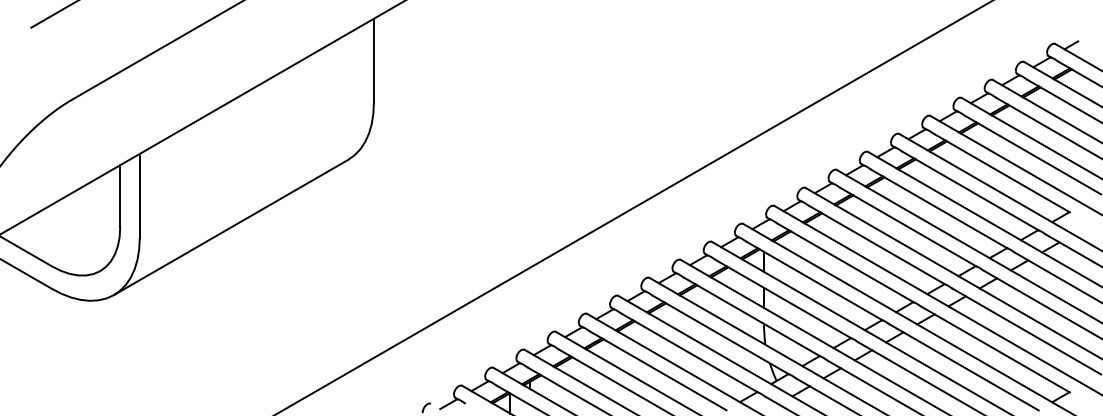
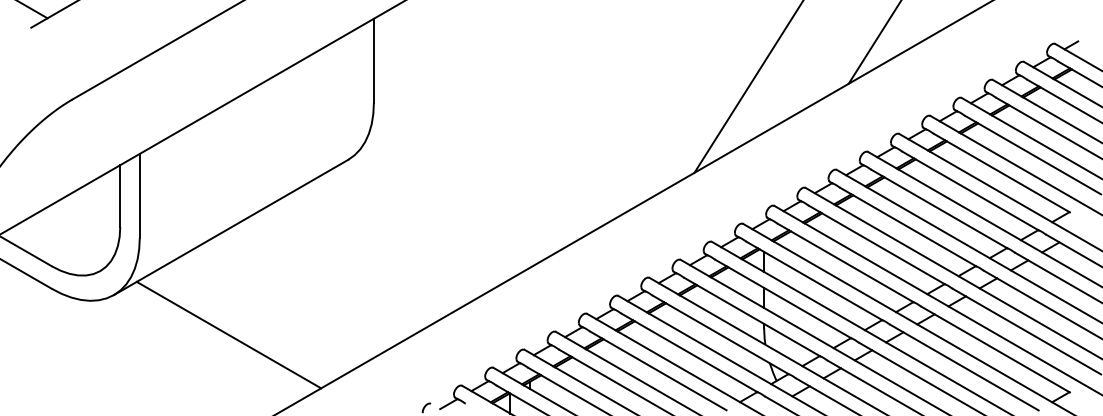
line at (33, 10): none -> present
line at (874, 42): none -> present
line at (747, 87): none -> present
line at (228, 334): none -> present
